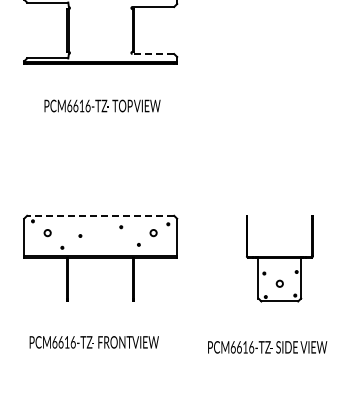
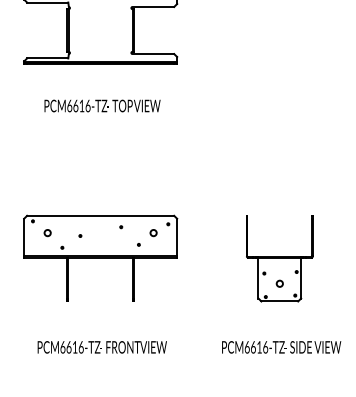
line at (153, 54): dashed -> solid
line at (100, 215): dashed -> solid
text at (93, 342) position: (93, 342) -> (101, 347)
text at (267, 347) position: (267, 347) -> (281, 347)
